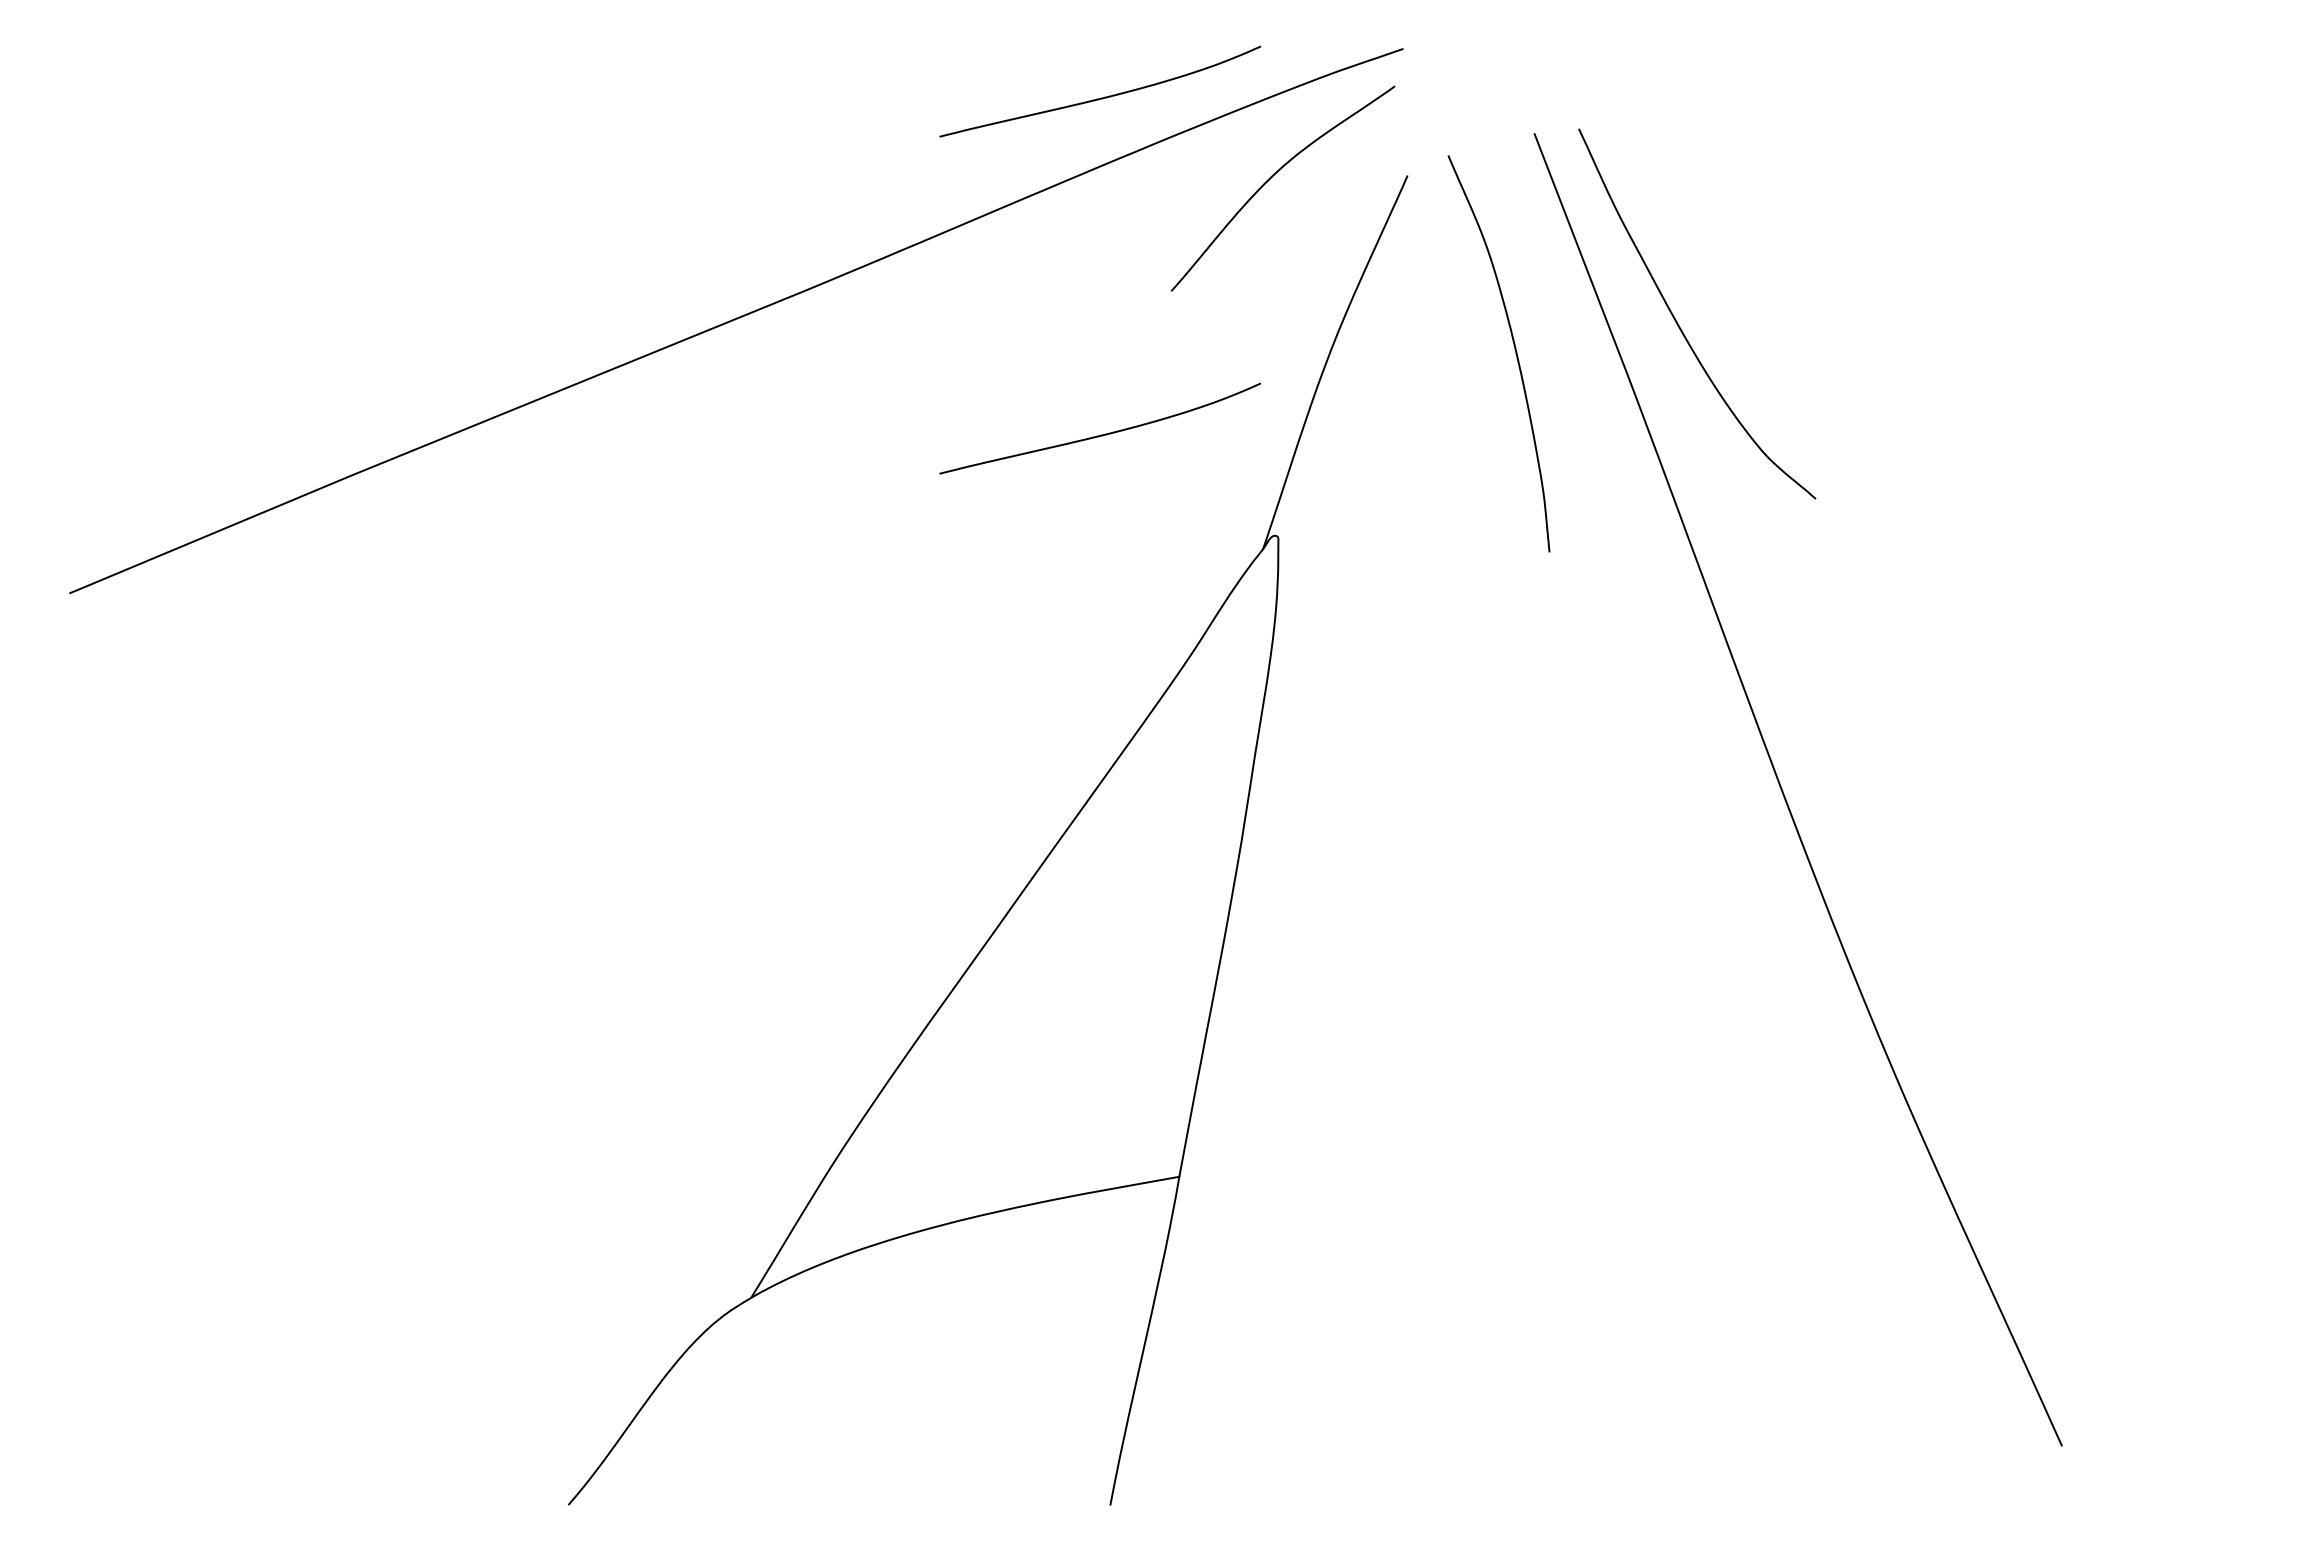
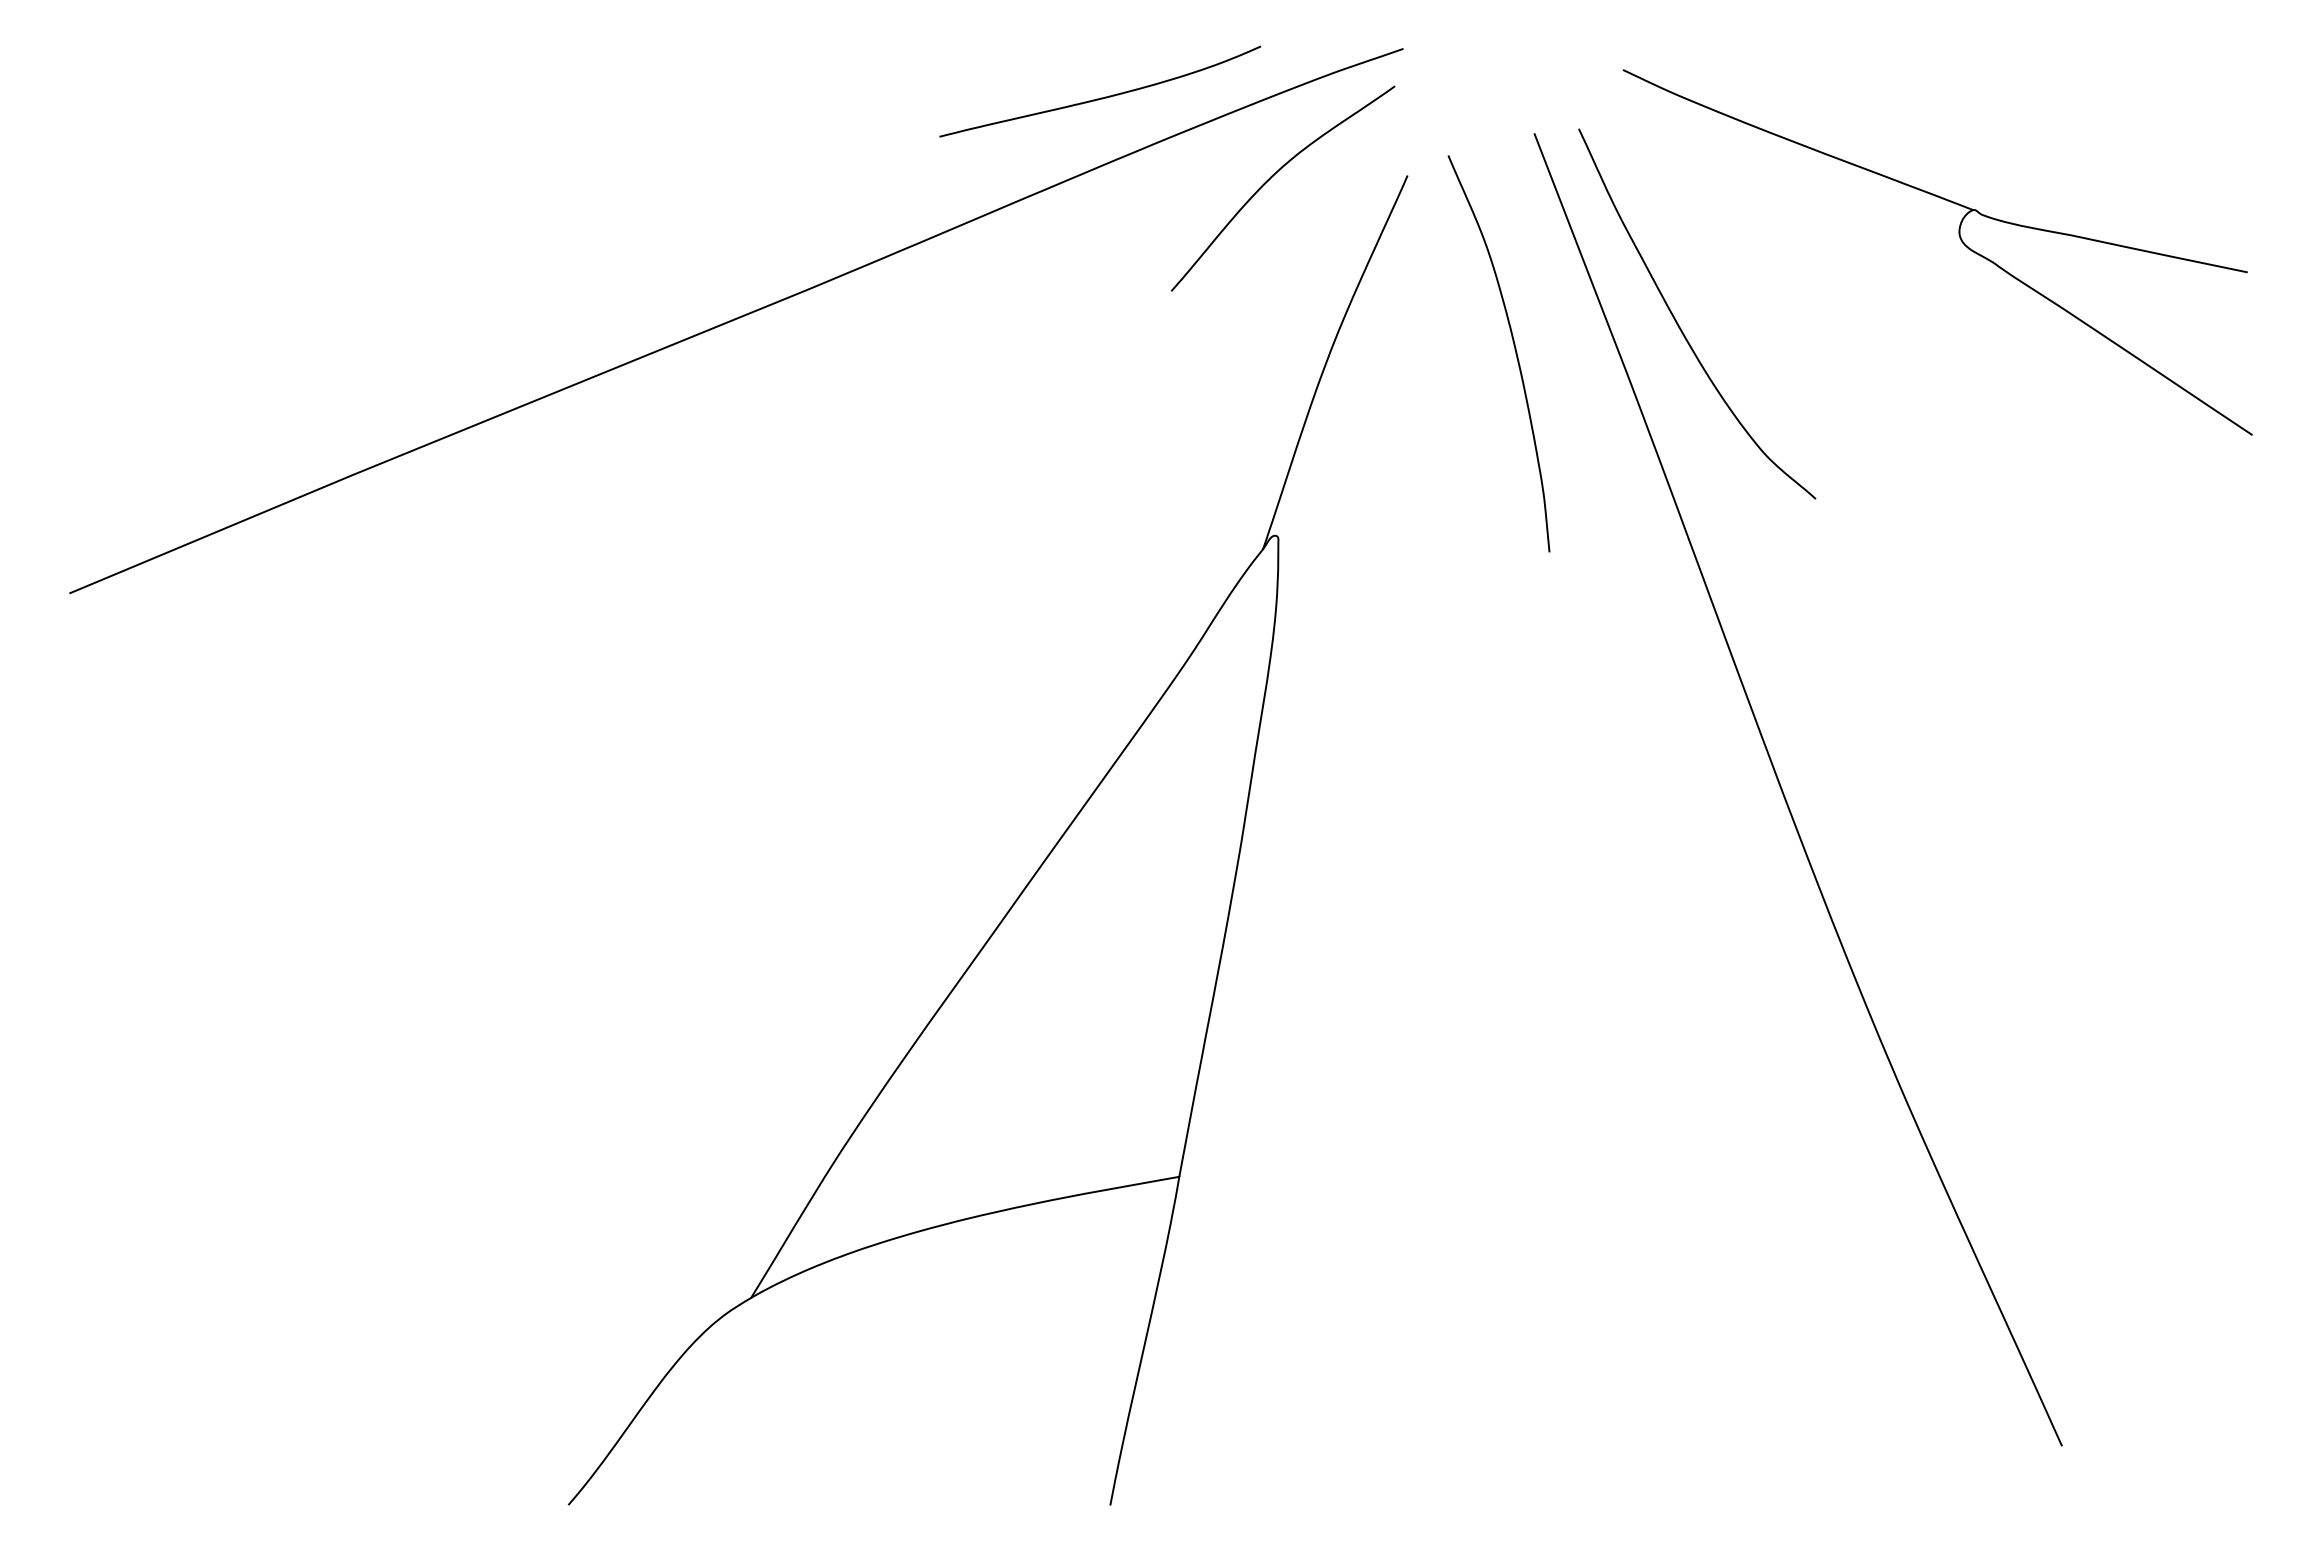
part at (1960, 240): none -> present
curve at (1100, 434): present -> none
